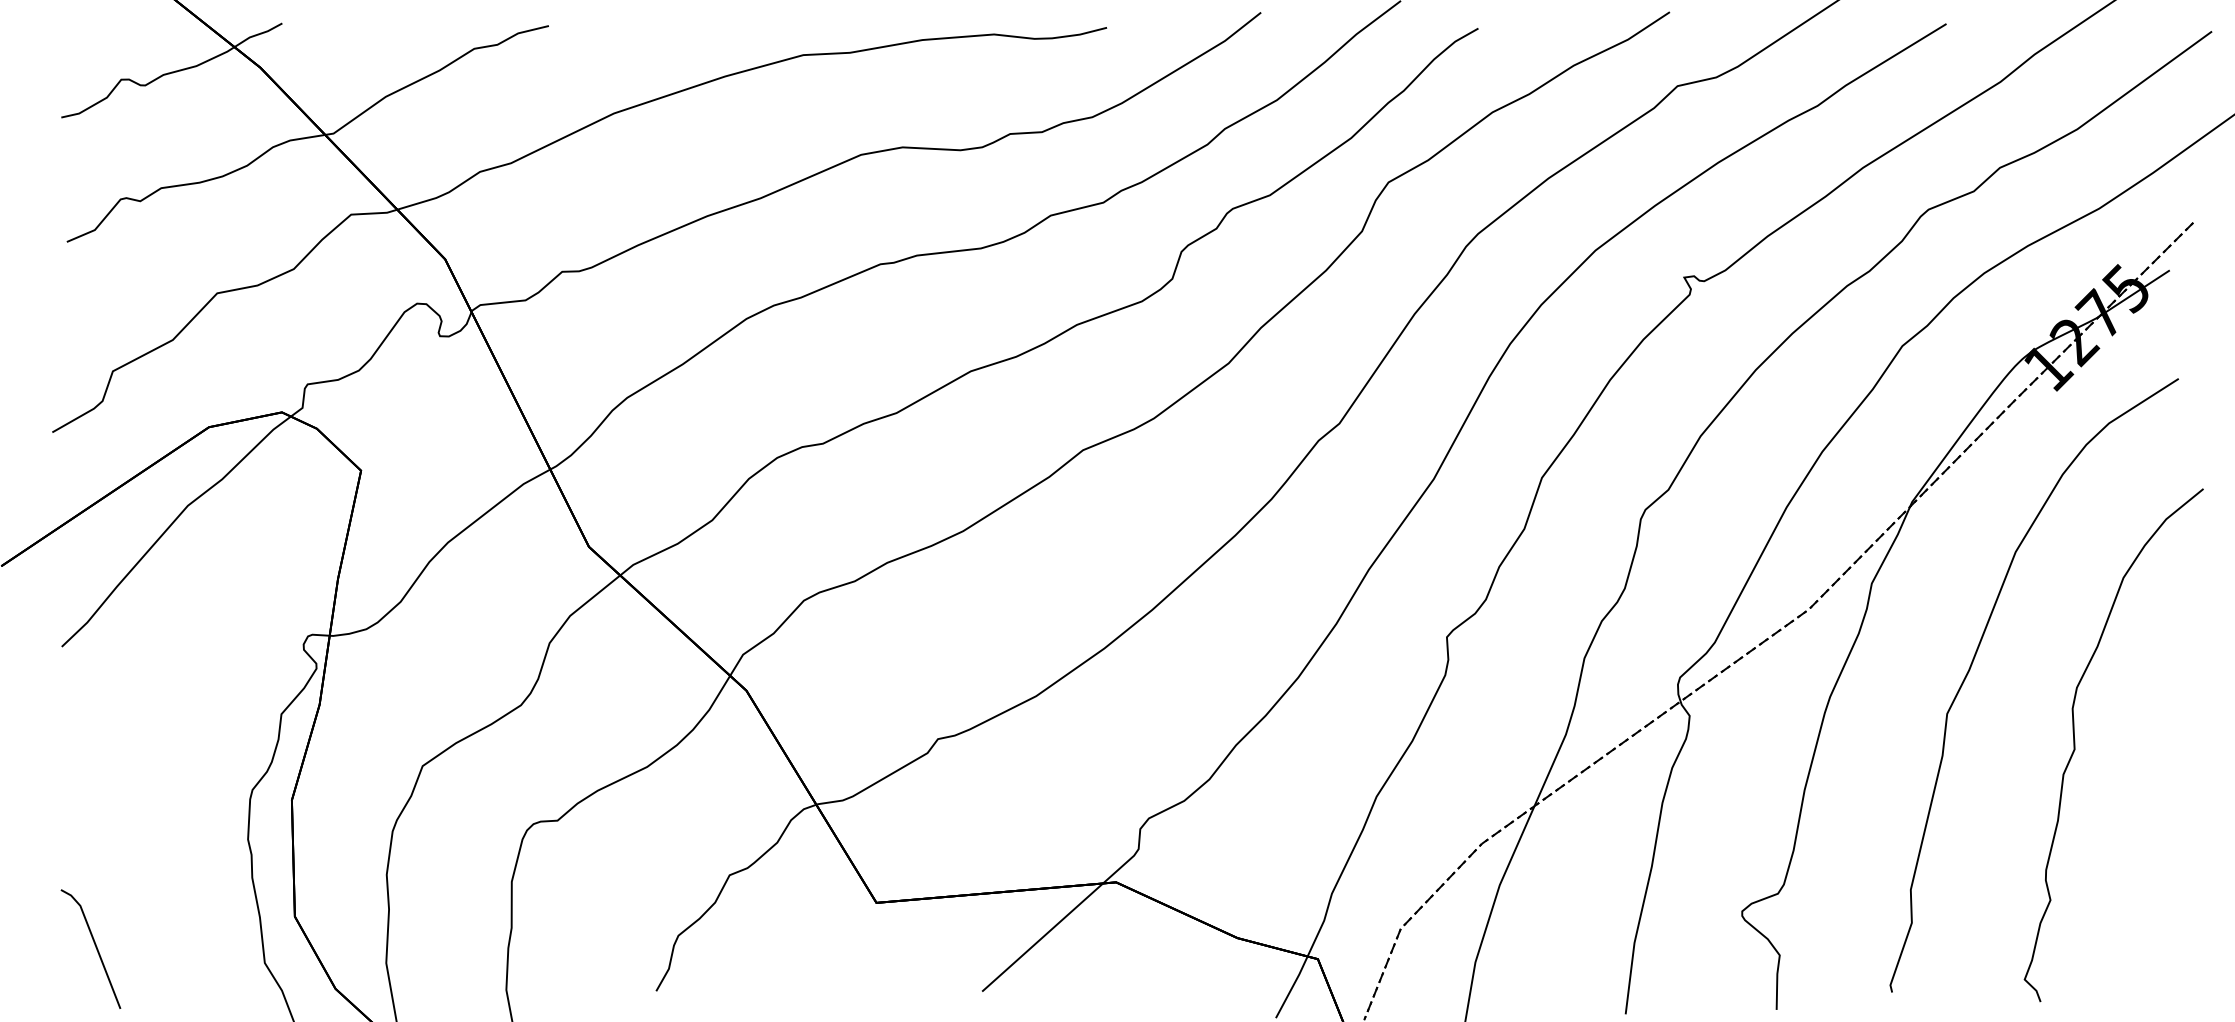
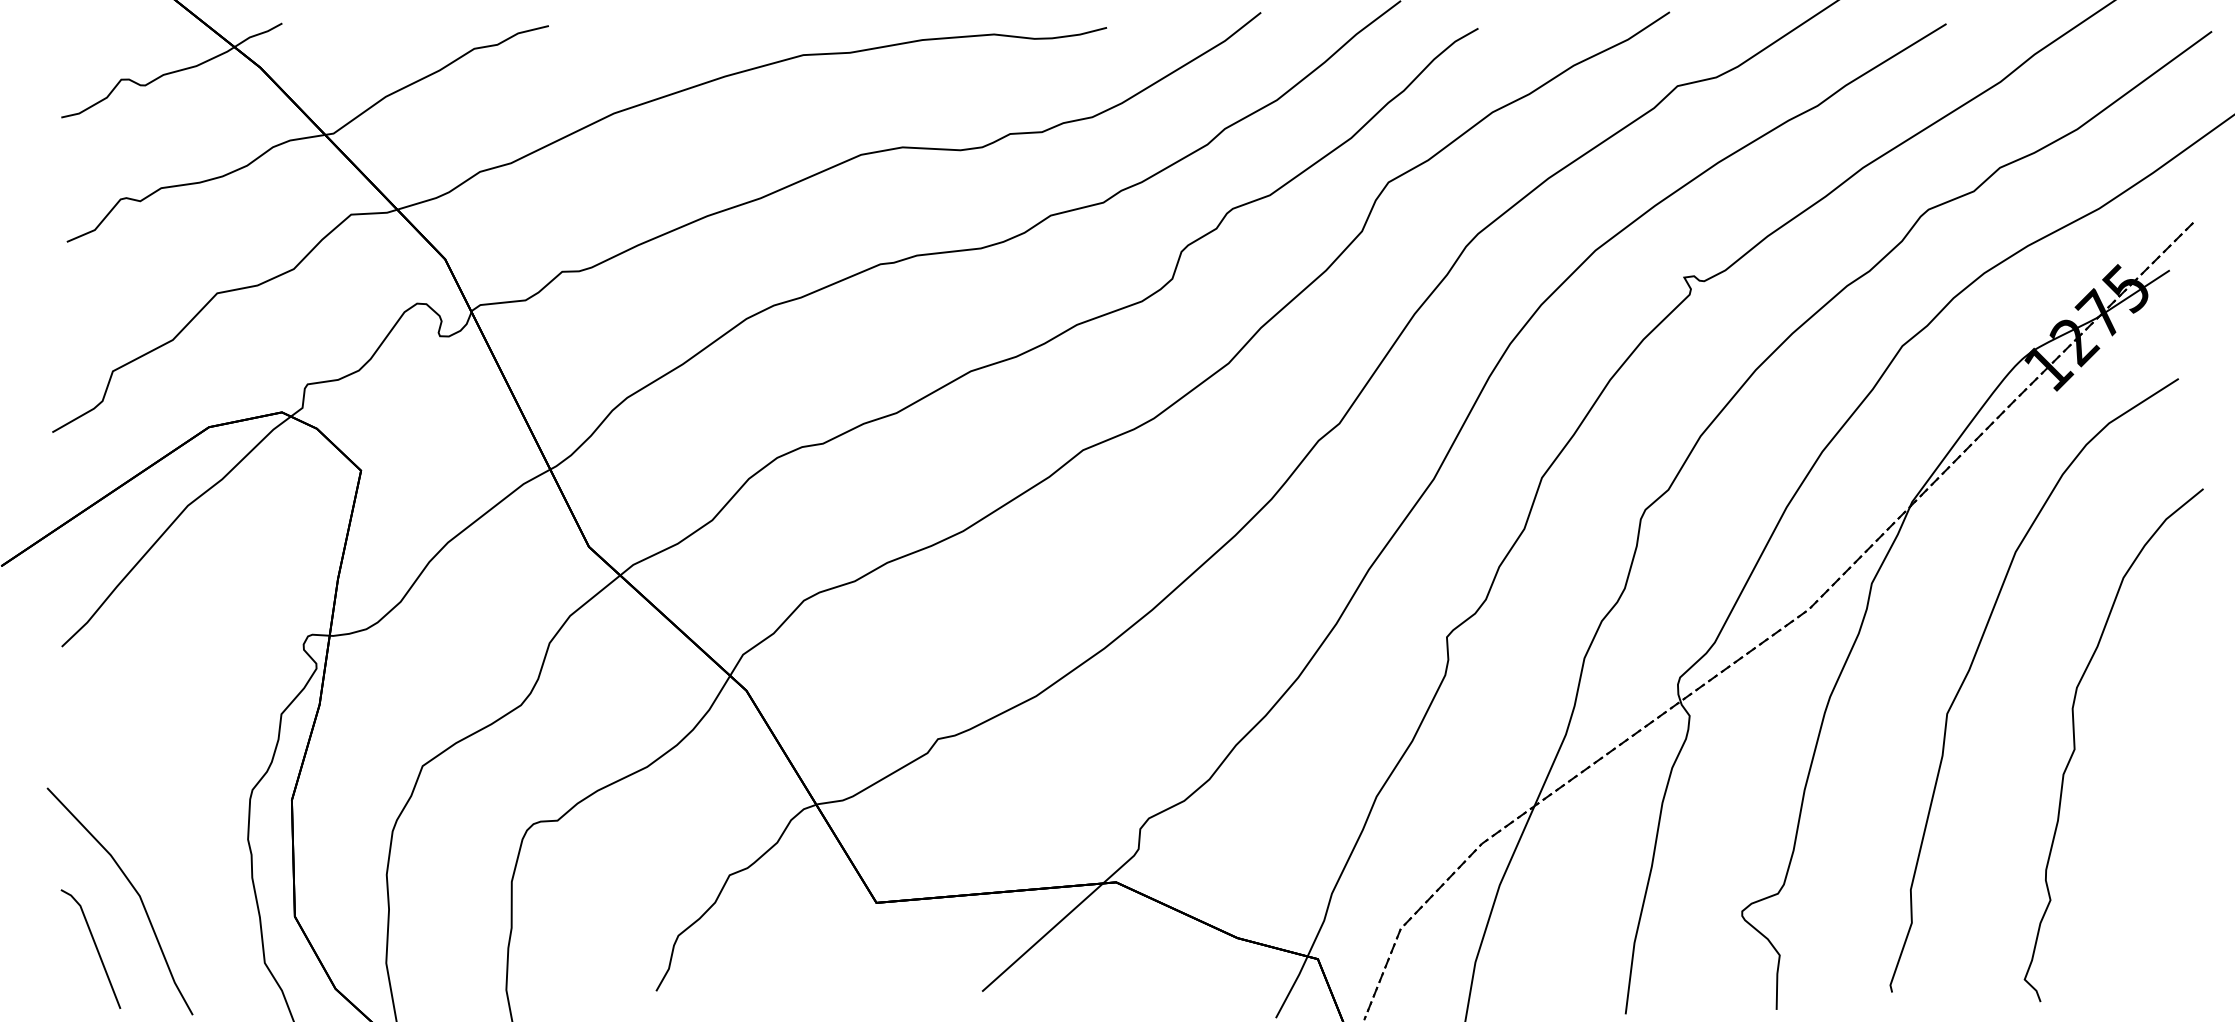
line at (134, 890): none -> present
